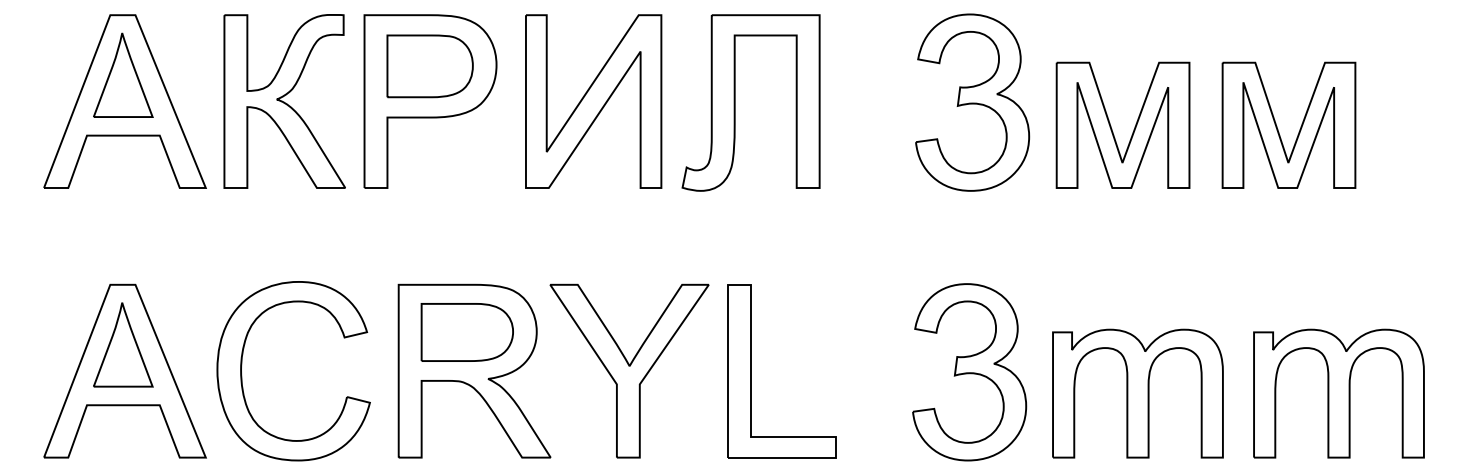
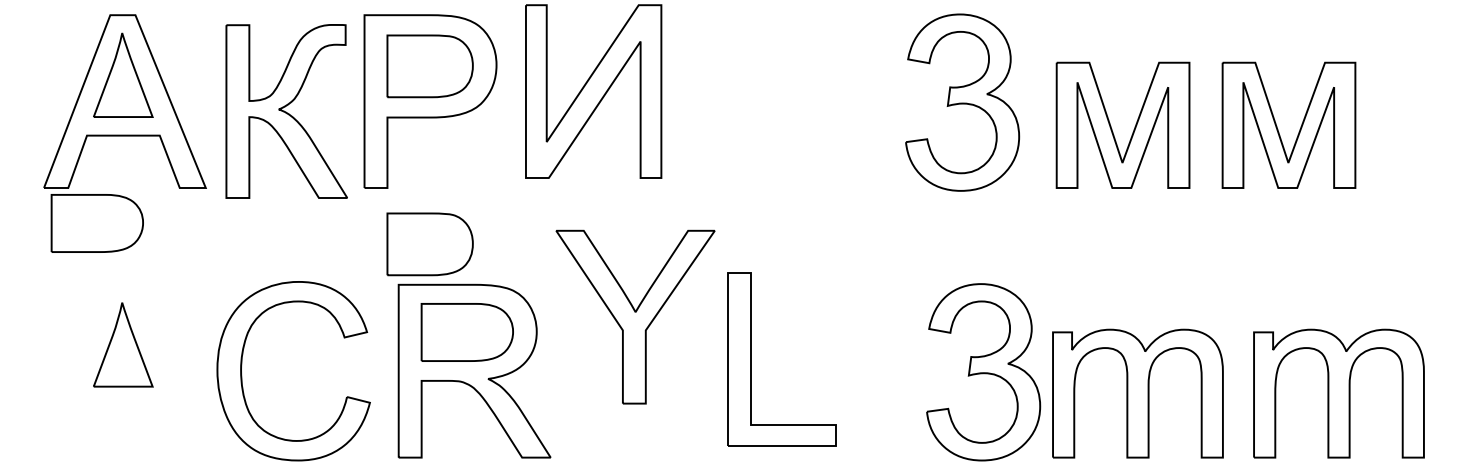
part at (284, 101) position: (284, 101) -> (286, 111)
part at (593, 101) position: (593, 101) -> (593, 91)
part at (735, 102): present -> none
part at (972, 102) position: (972, 102) -> (962, 102)
part at (96, 223): none -> present
part at (429, 244): none -> present
part at (124, 370): present -> none
part at (629, 370) position: (629, 370) -> (635, 316)
part at (751, 371) position: (751, 371) -> (751, 359)
part at (969, 372) position: (969, 372) -> (983, 372)
